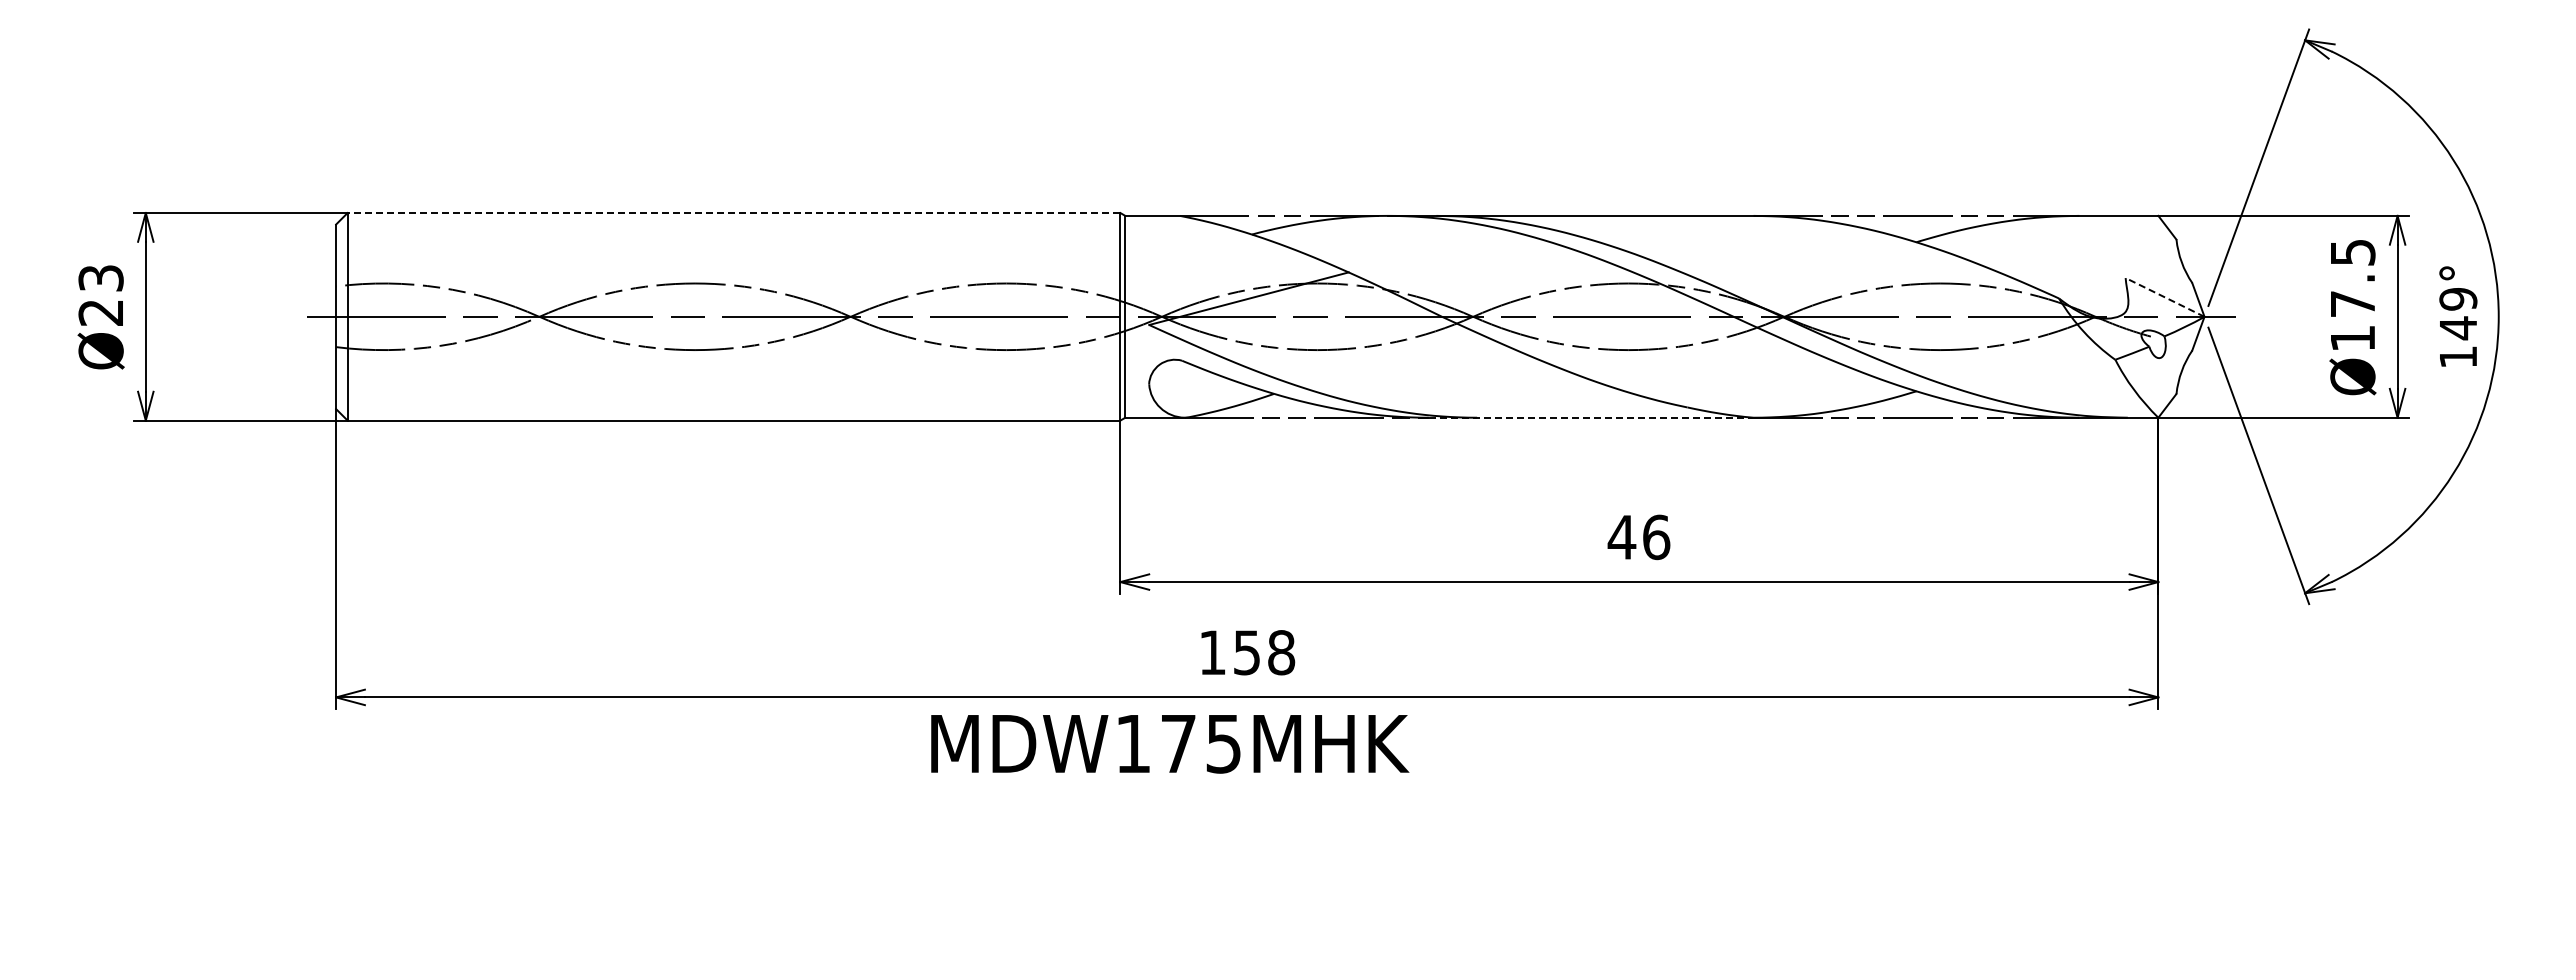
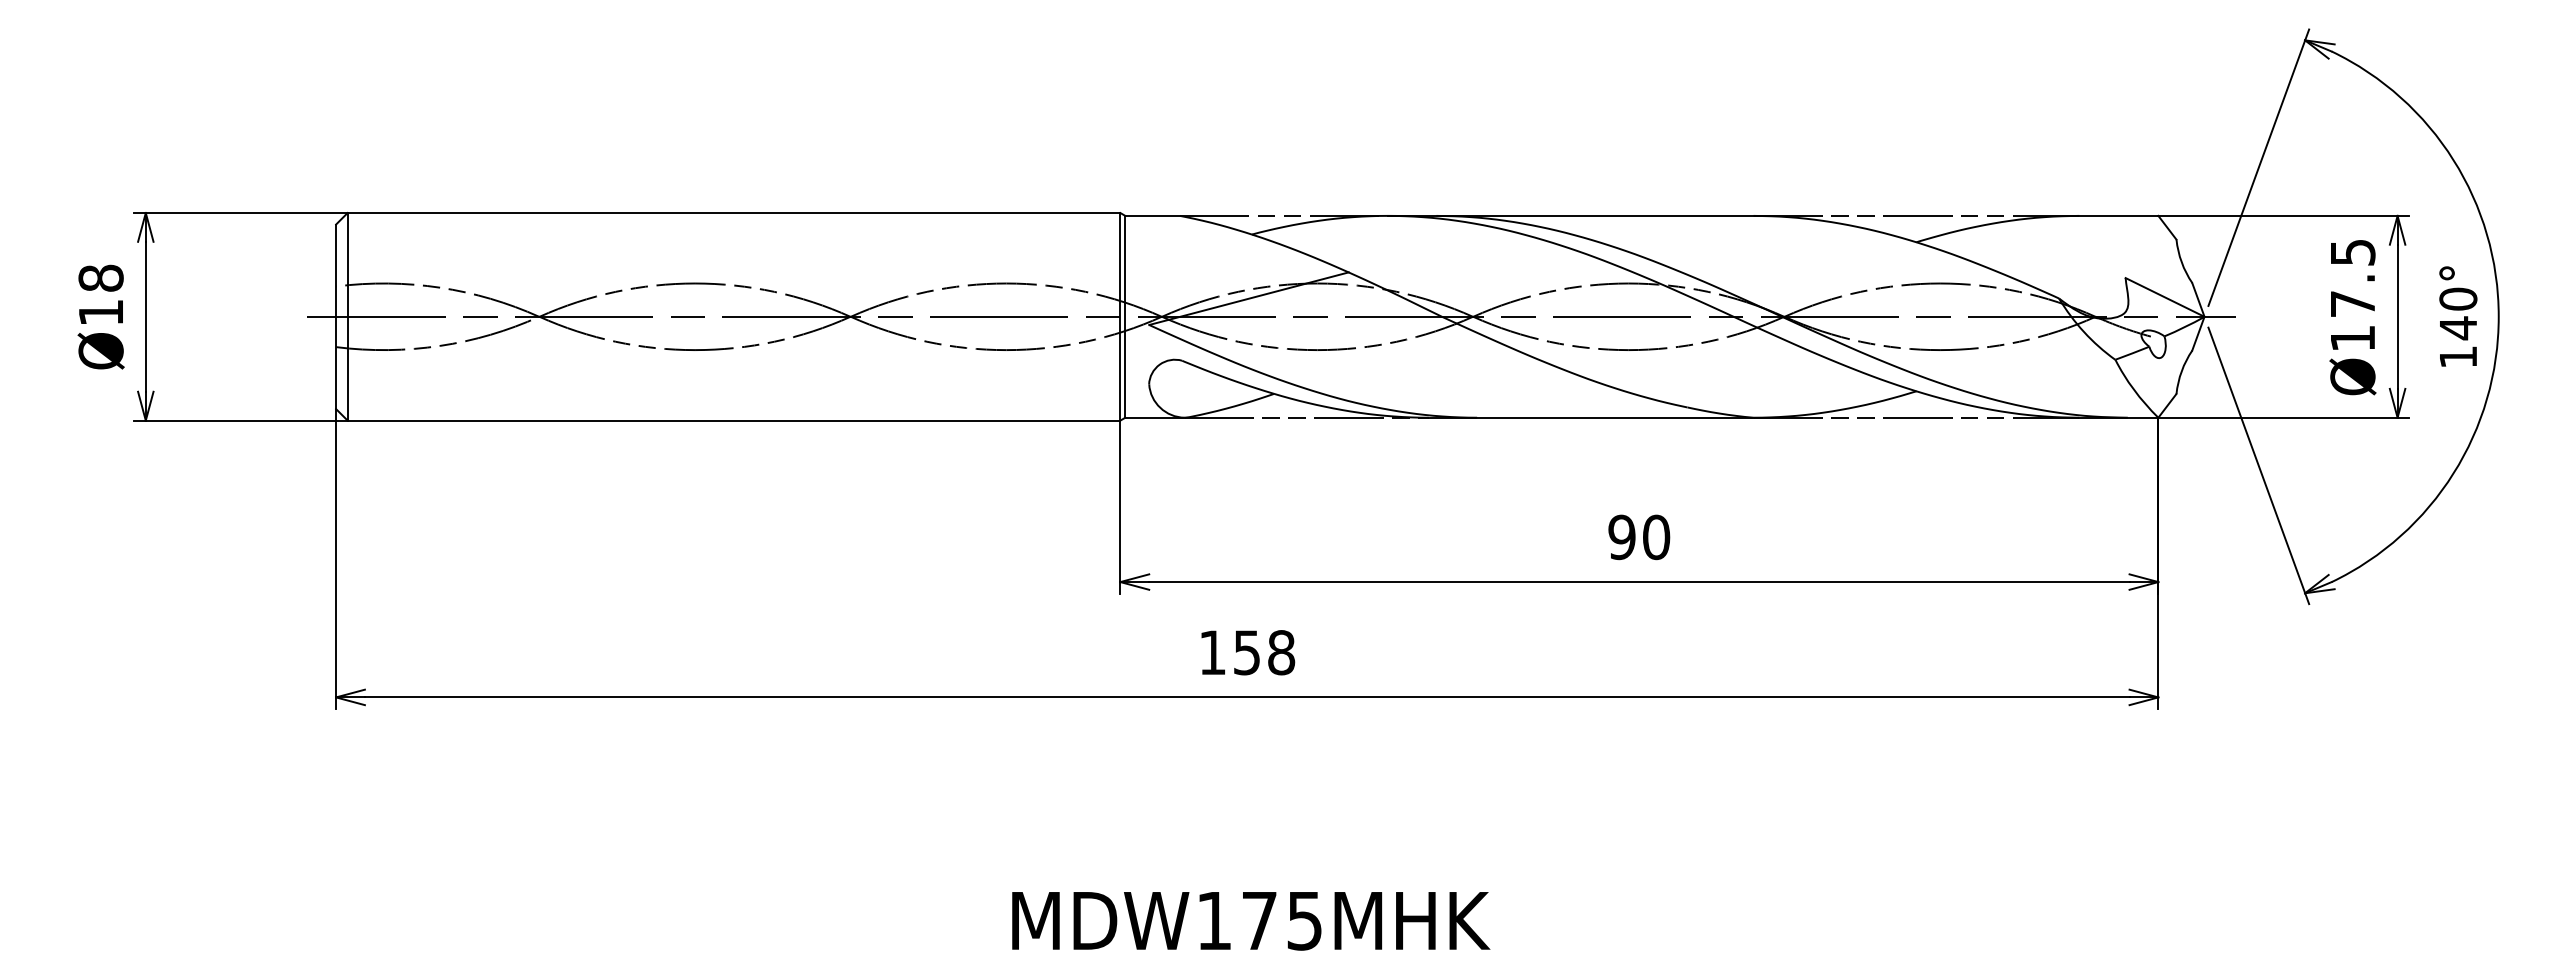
line at (733, 213): dashed -> solid
text at (100, 294): Ø23 -> Ø18
line at (2165, 297): dashed -> solid
text at (2458, 298): 149° -> 140°
line at (1591, 417): dashed -> solid
text at (1638, 537): 46 -> 90
text at (1170, 744) position: (1170, 744) -> (1251, 921)
